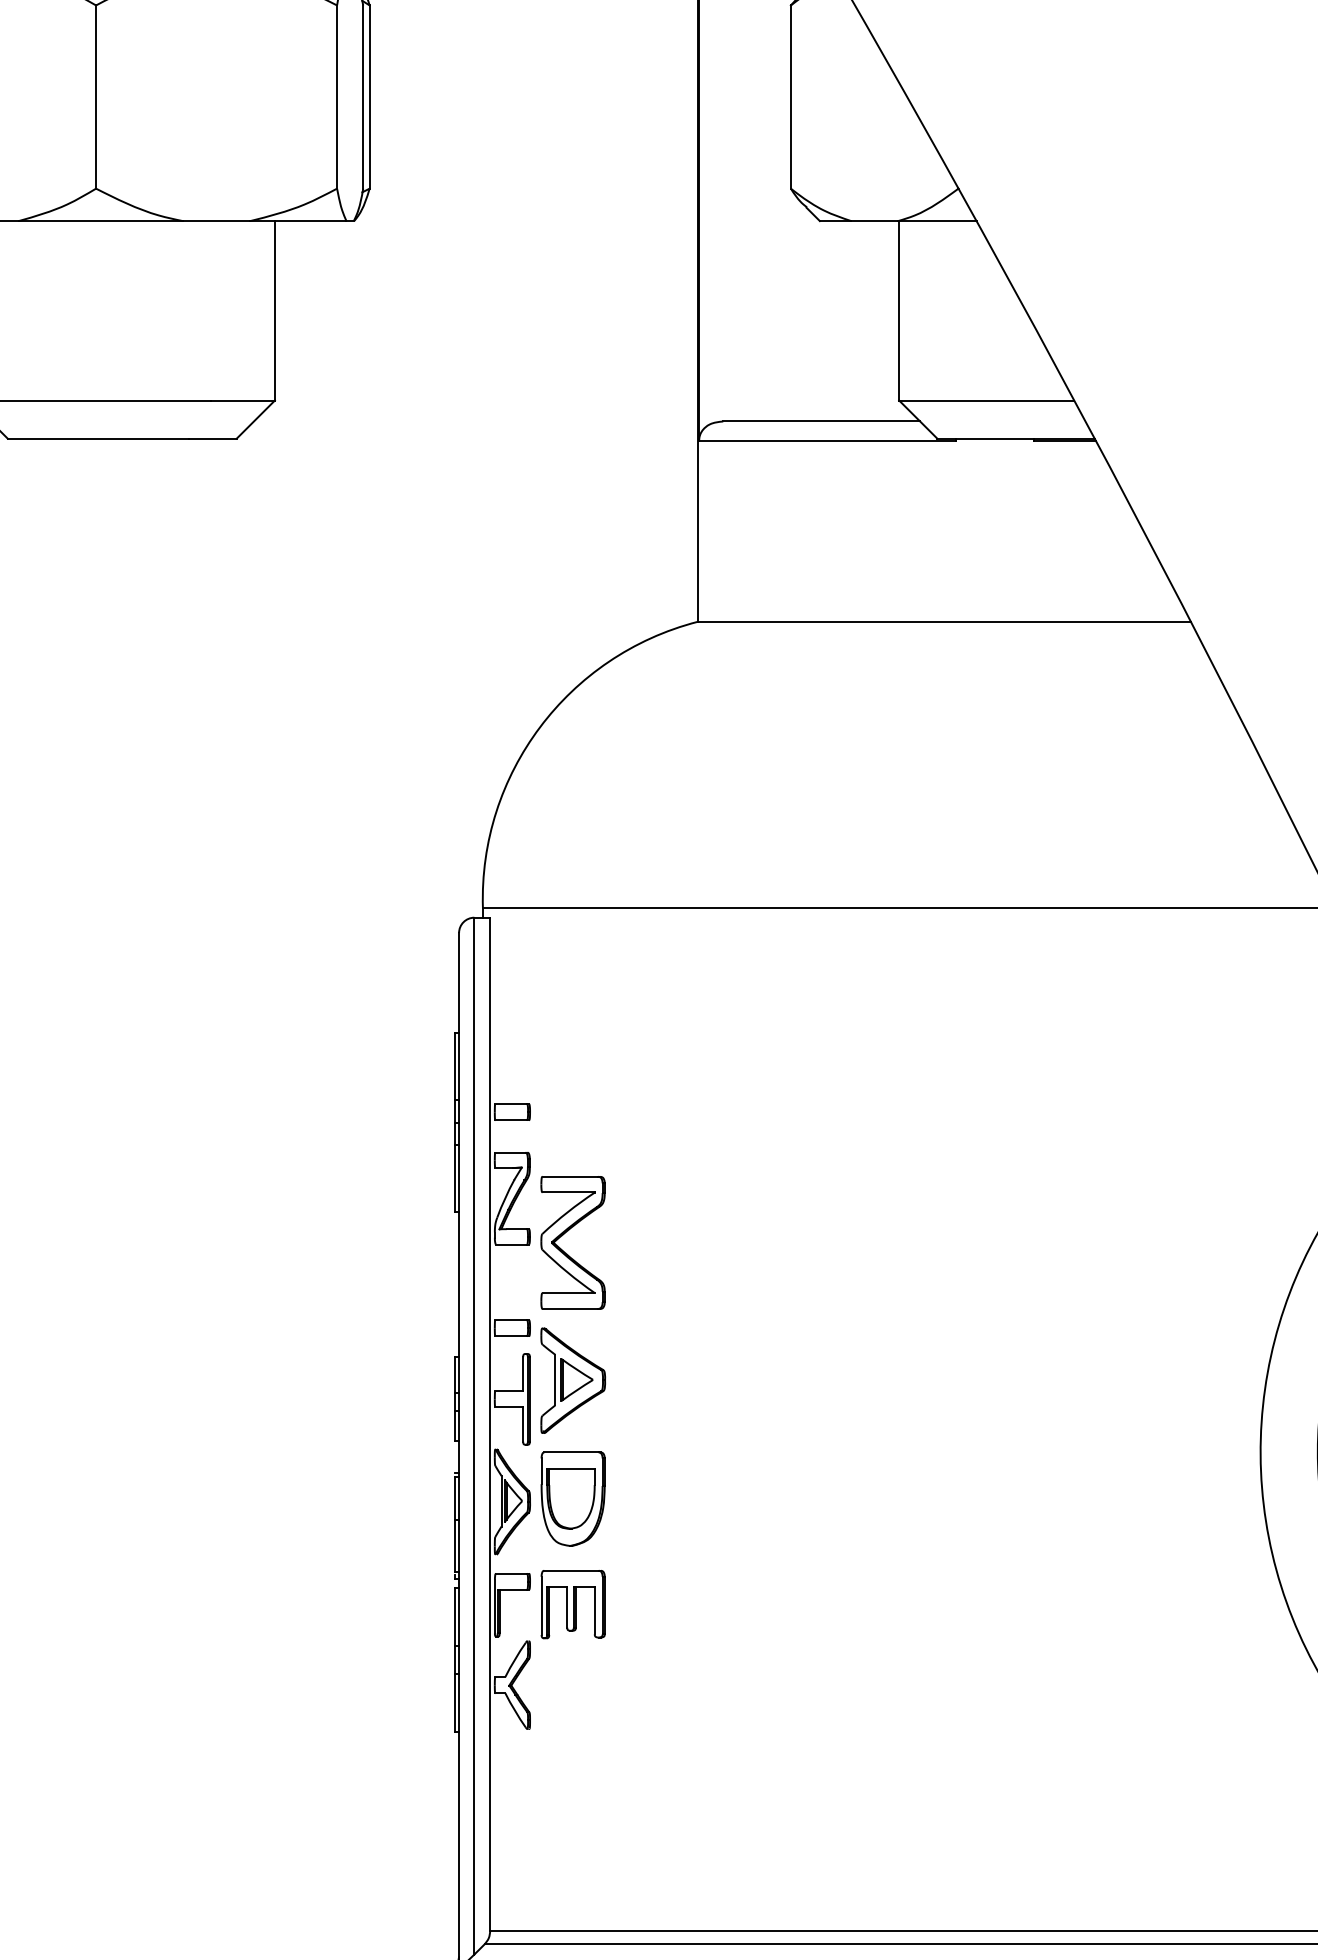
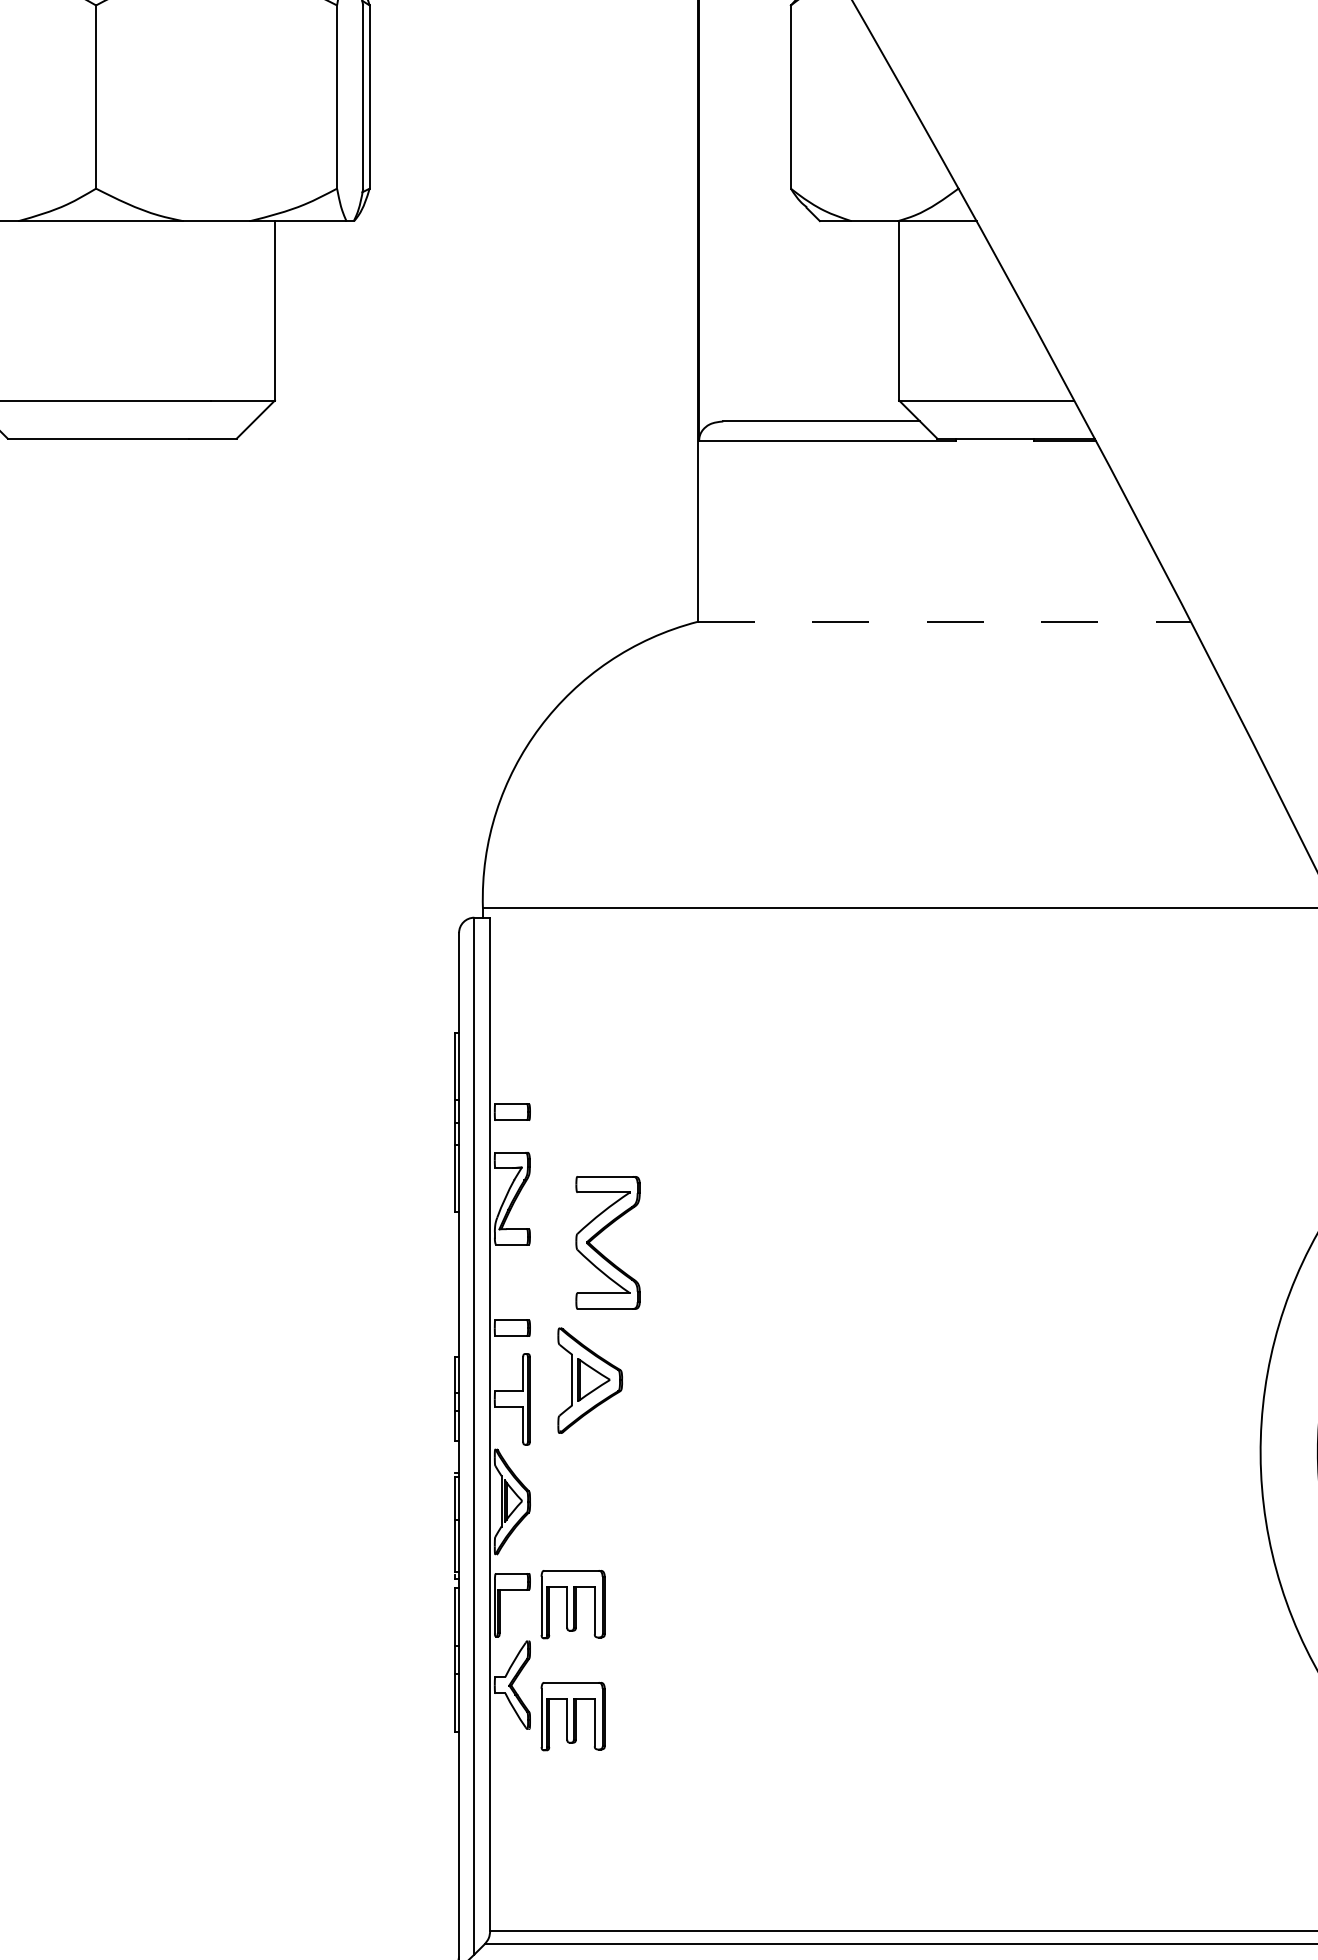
line at (944, 621): solid -> dashed
part at (564, 1234) position: (564, 1234) -> (599, 1234)
part at (573, 1380) position: (573, 1380) -> (590, 1380)
part at (572, 1498): present -> none
part at (572, 1716): none -> present
